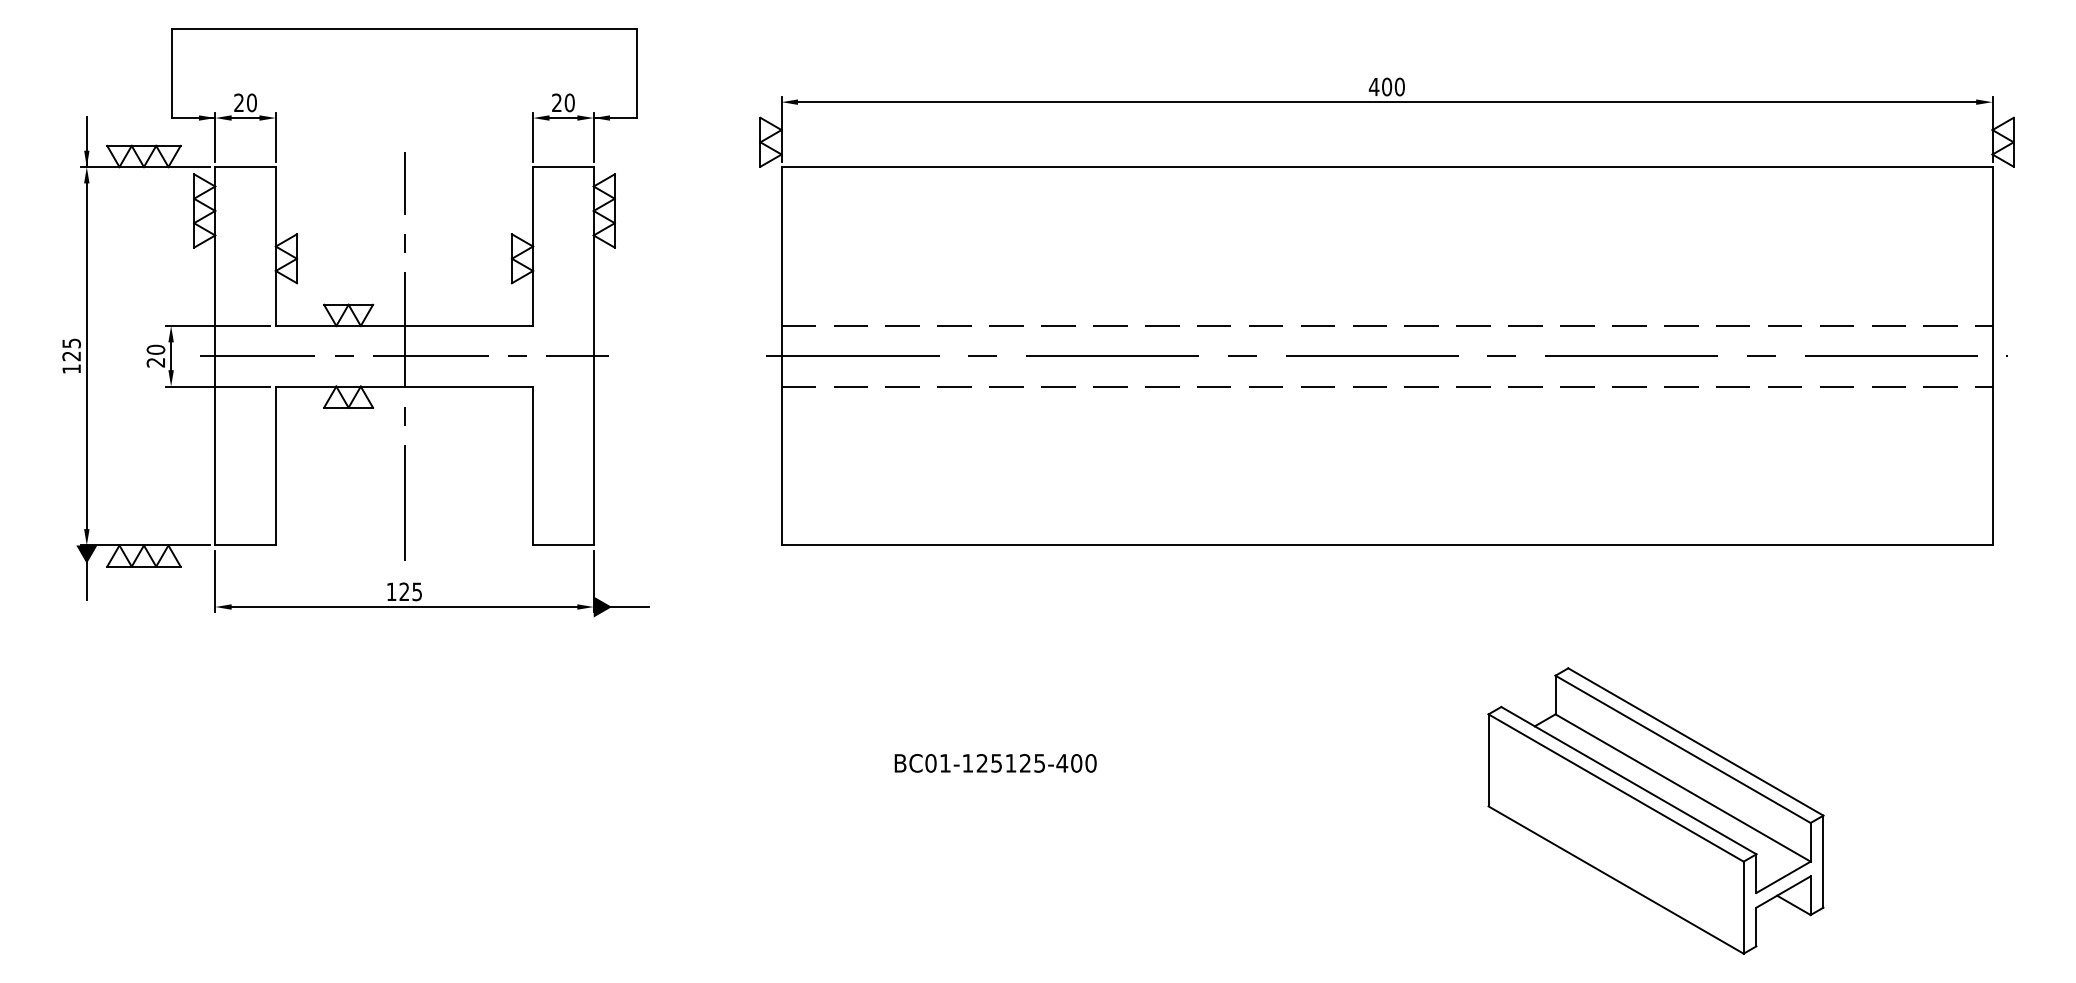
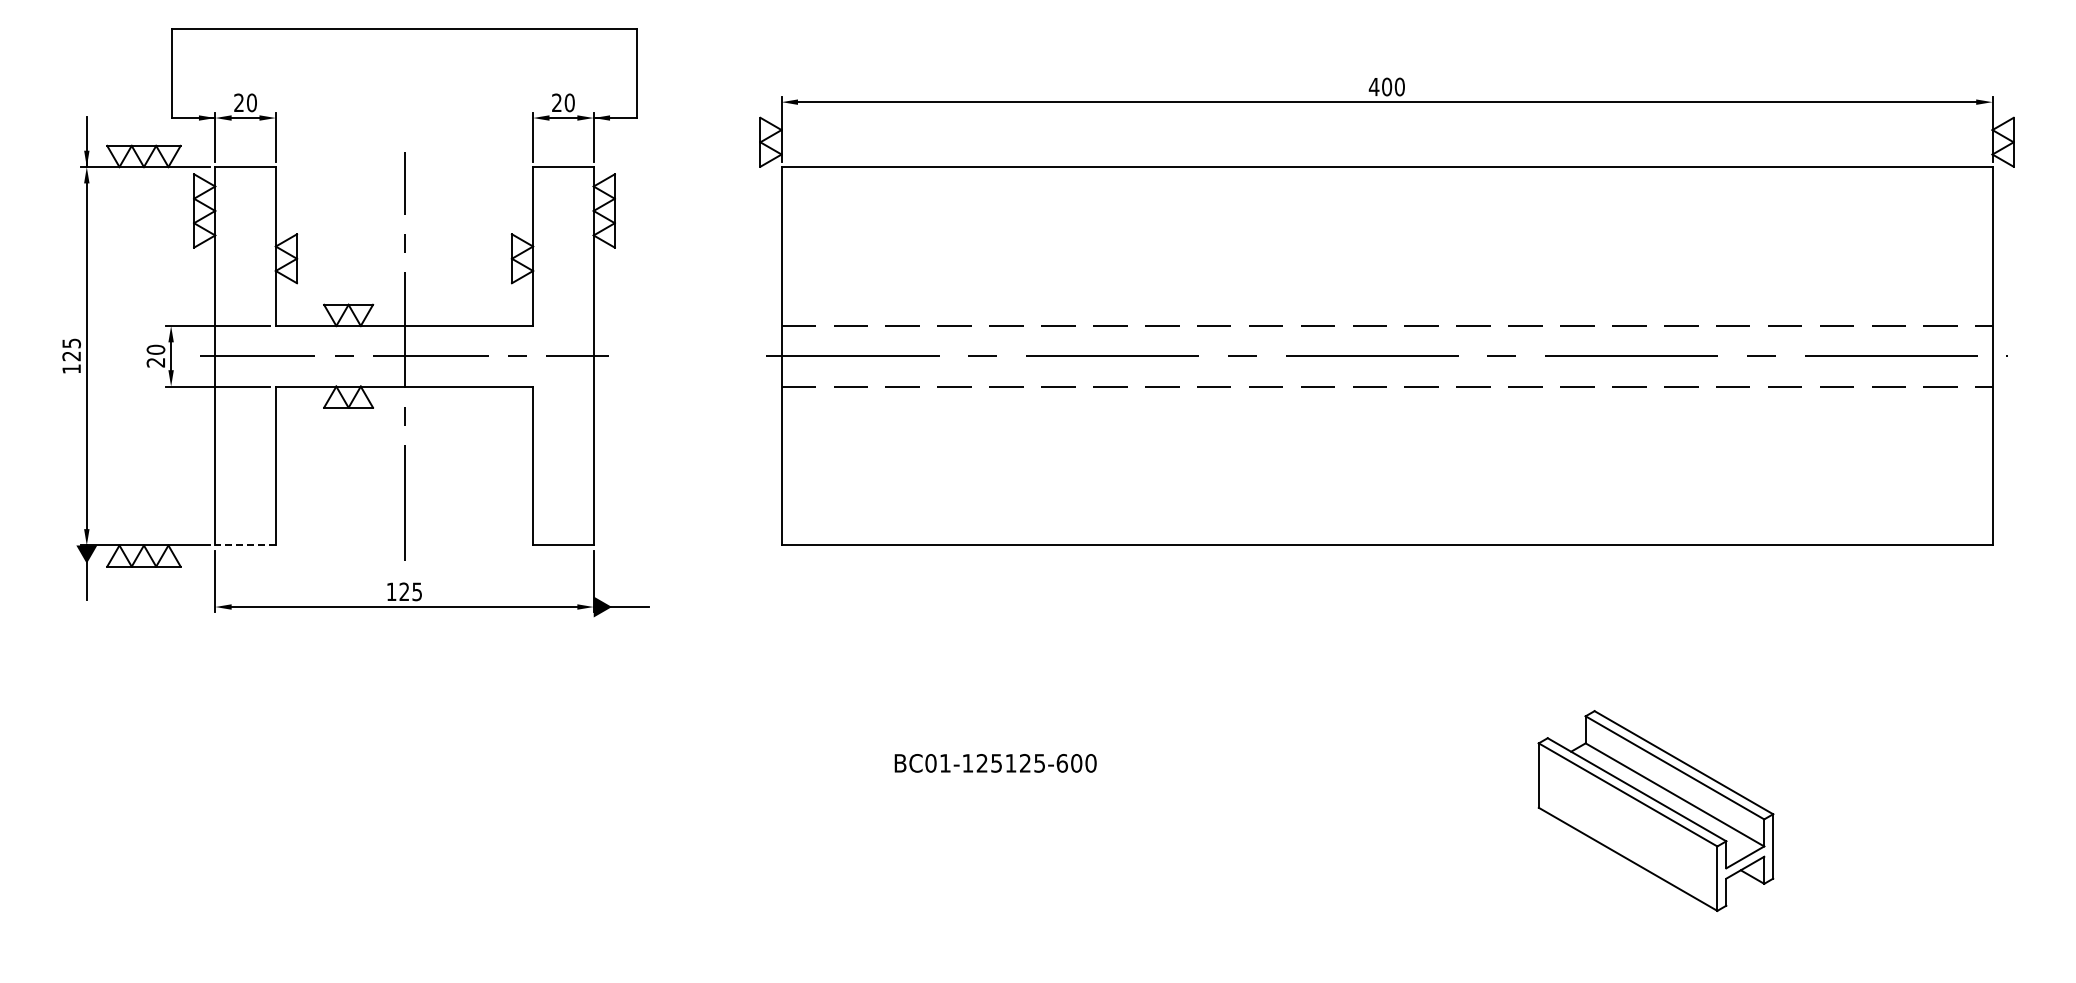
line at (245, 545): solid -> dashed
text at (1062, 763): BC01-125125-400 -> BC01-125125-600
part at (1655, 810) size: 338x288 px -> 238x202 px
